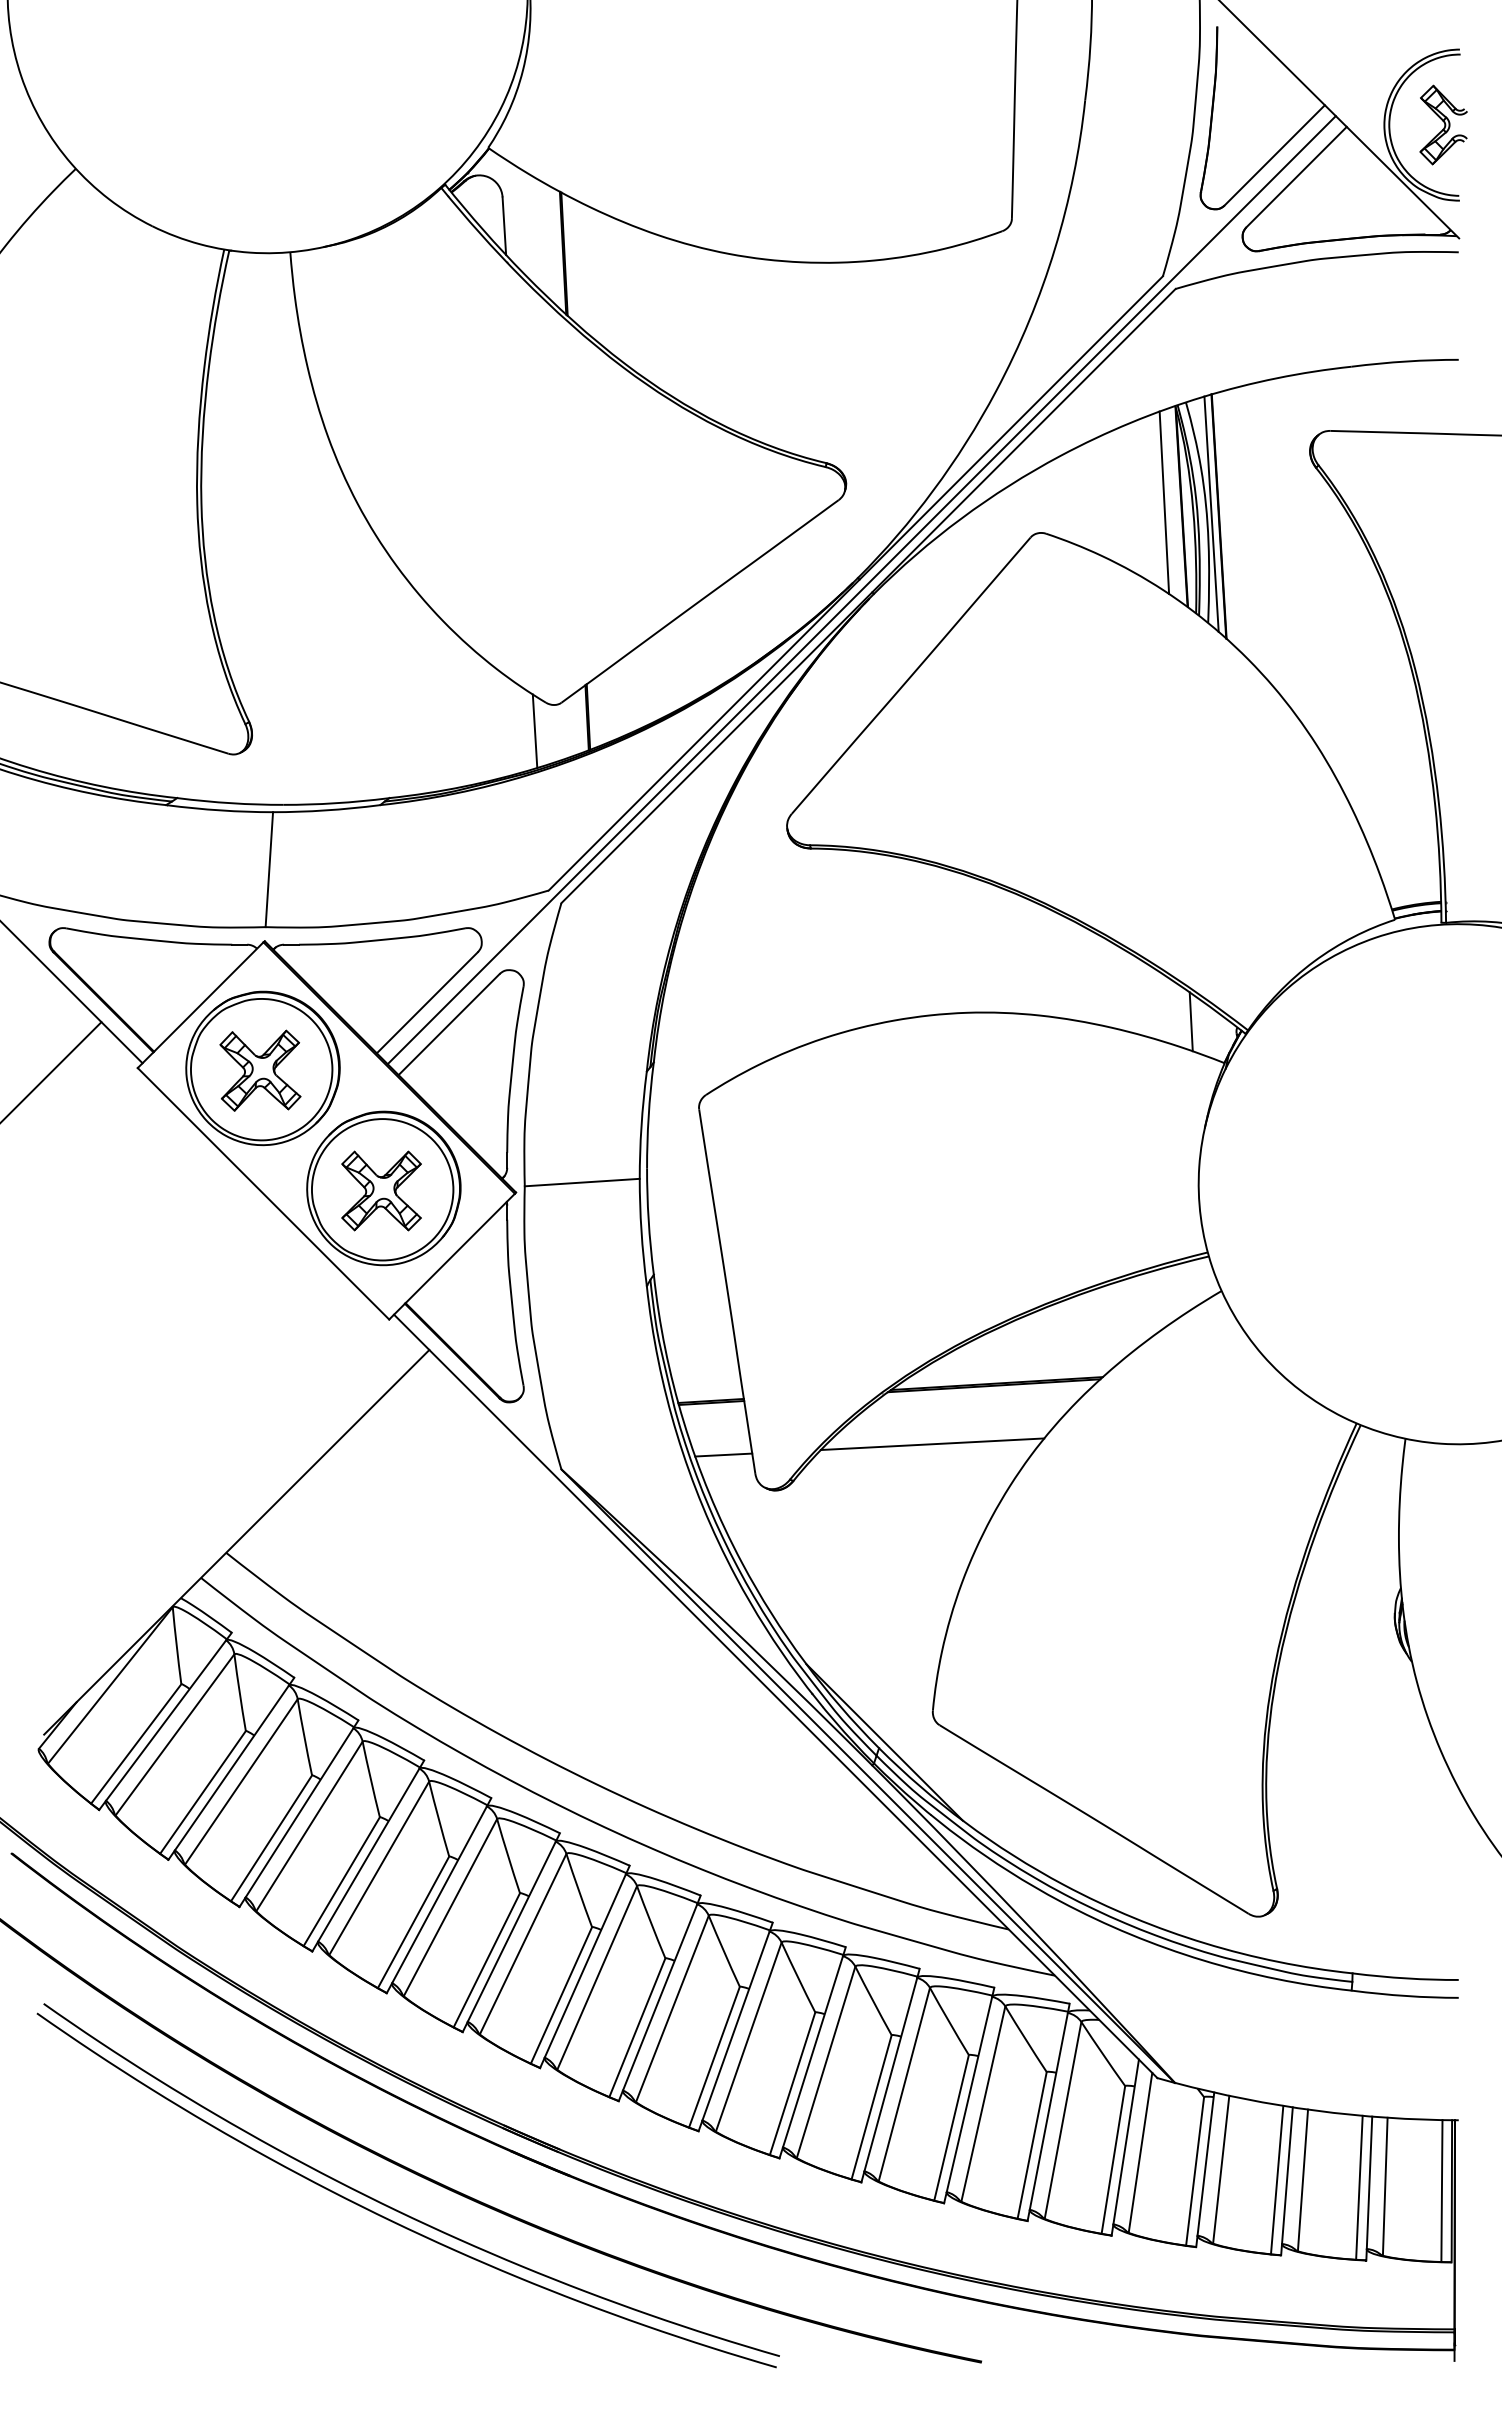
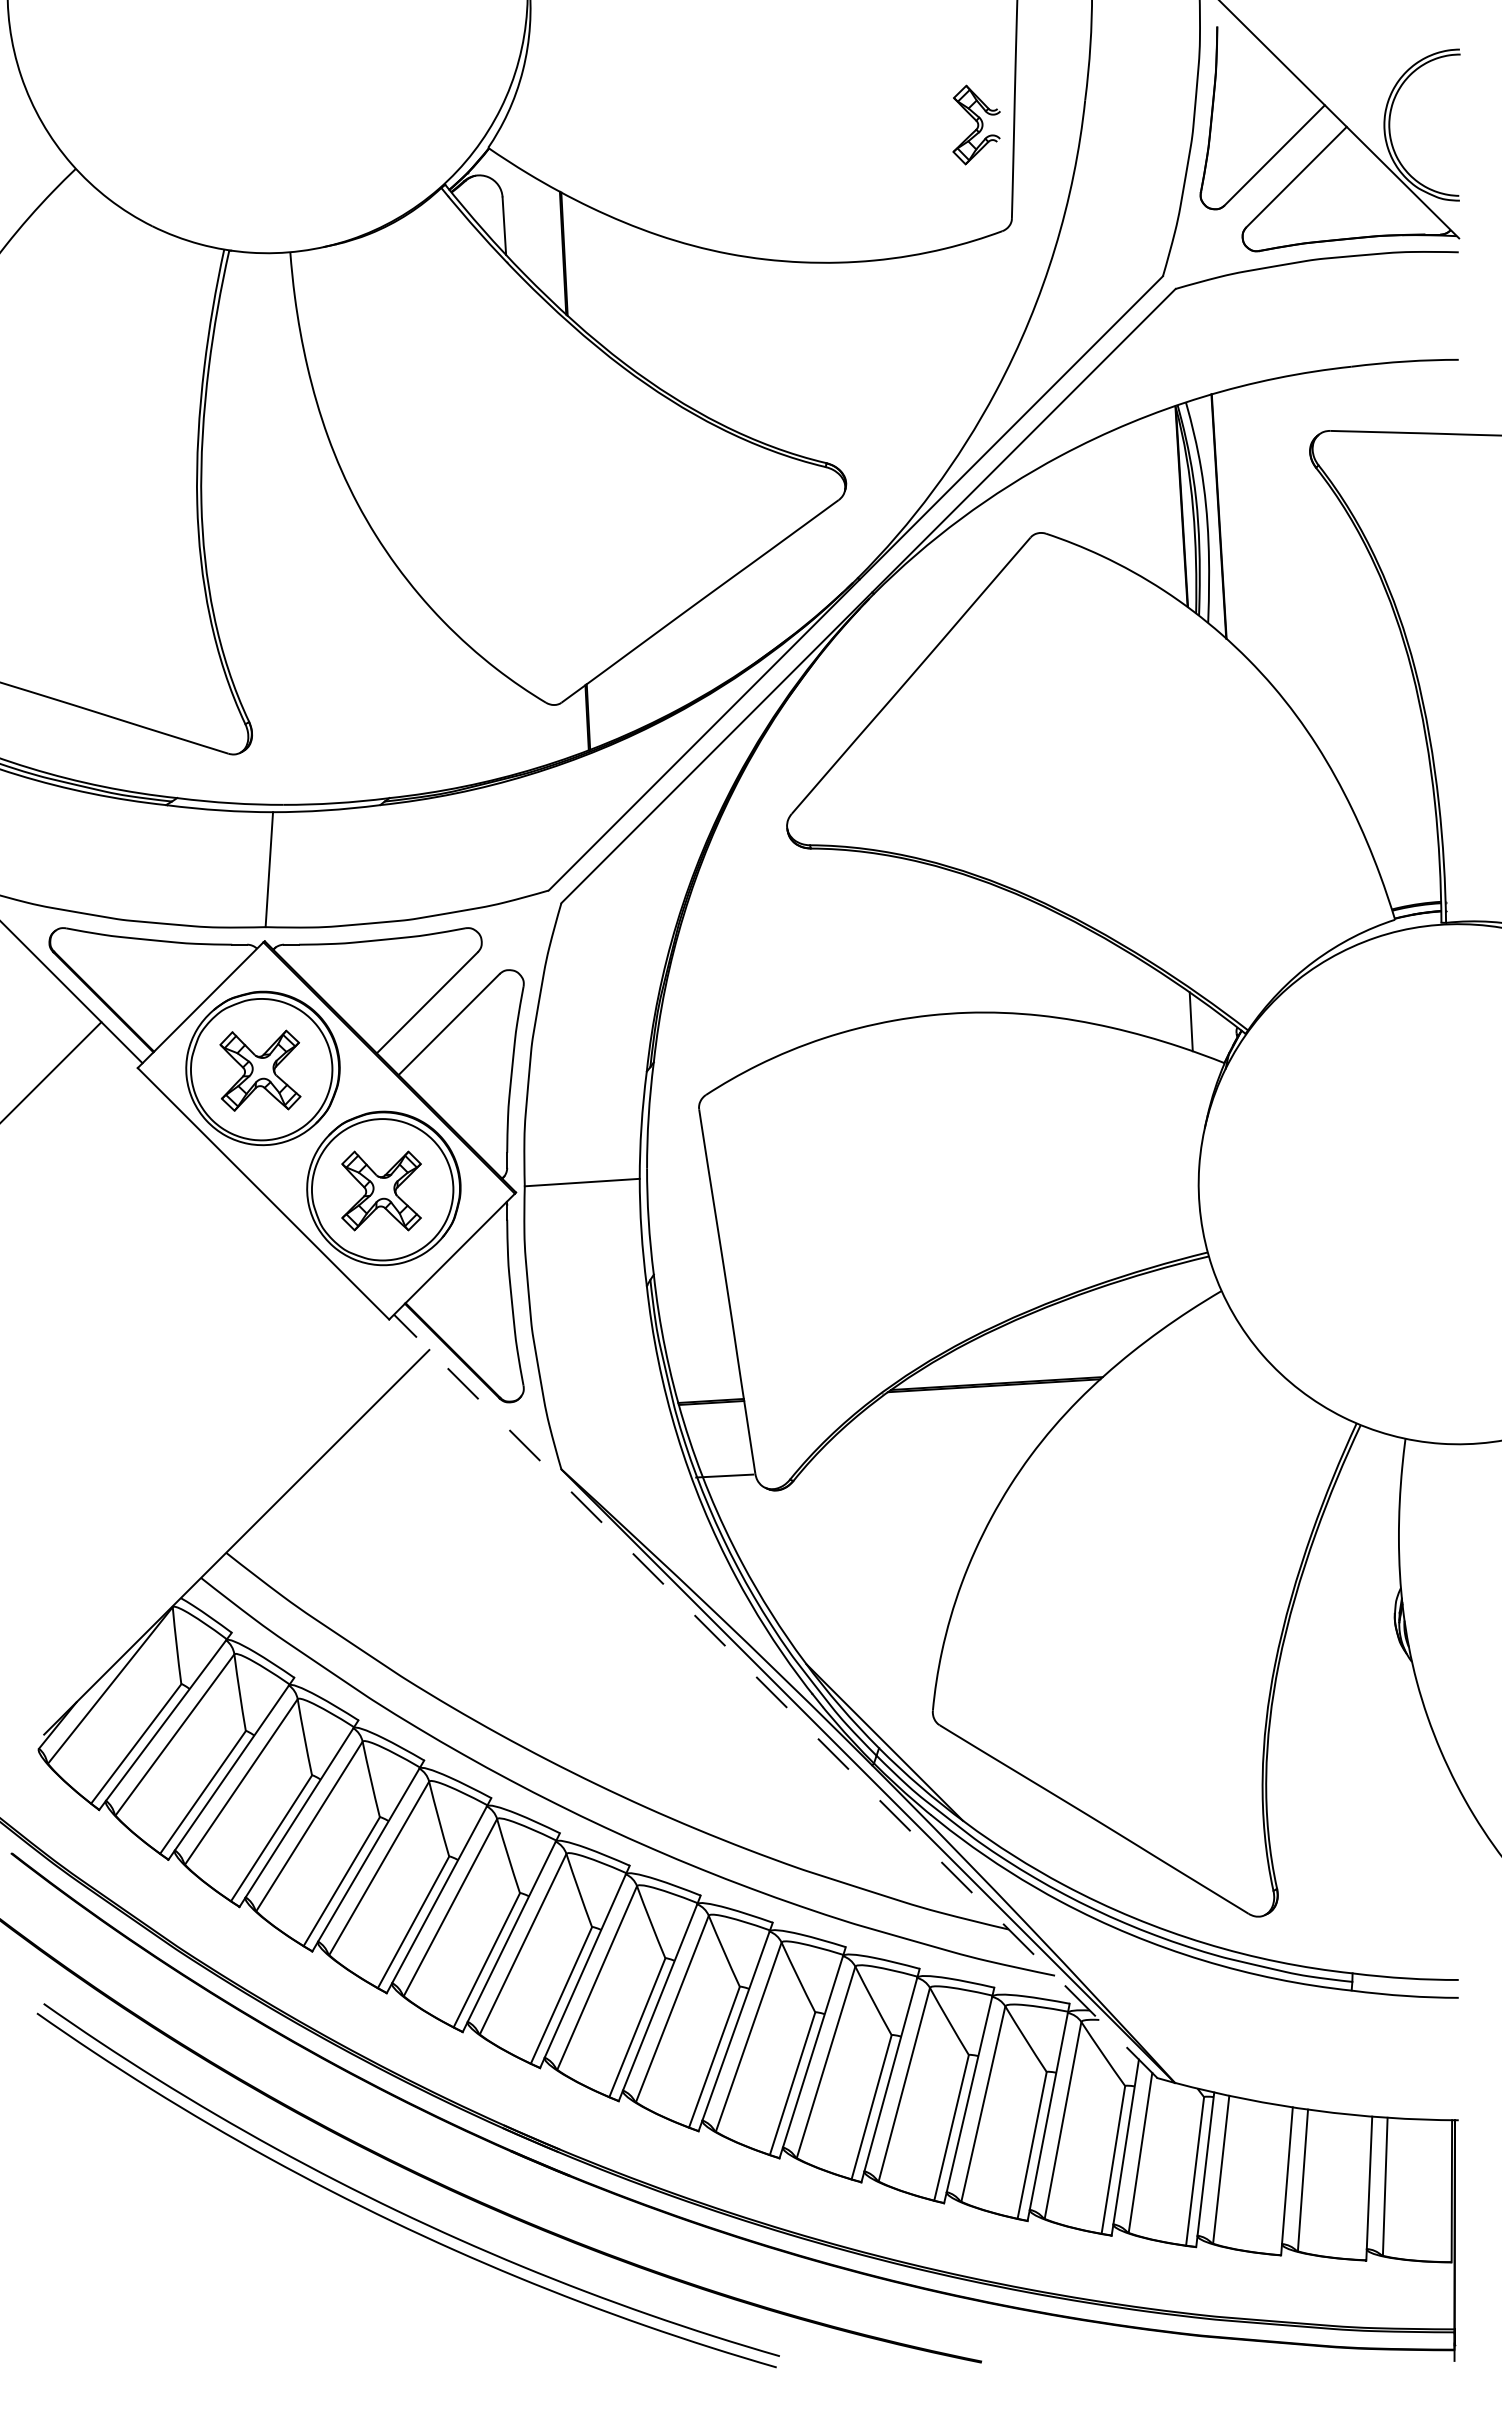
part at (1443, 124) position: (1443, 124) -> (976, 124)
line at (1164, 502): present -> none
line at (1211, 513): present -> none
line at (861, 590): present -> none
line at (534, 731): present -> none
line at (932, 1444): present -> none
line at (723, 1454) position: (723, 1454) -> (724, 1475)
line at (775, 1696): solid -> dashed
line at (1276, 2179): present -> none
line at (1359, 2187): present -> none
line at (1441, 2191): present -> none
